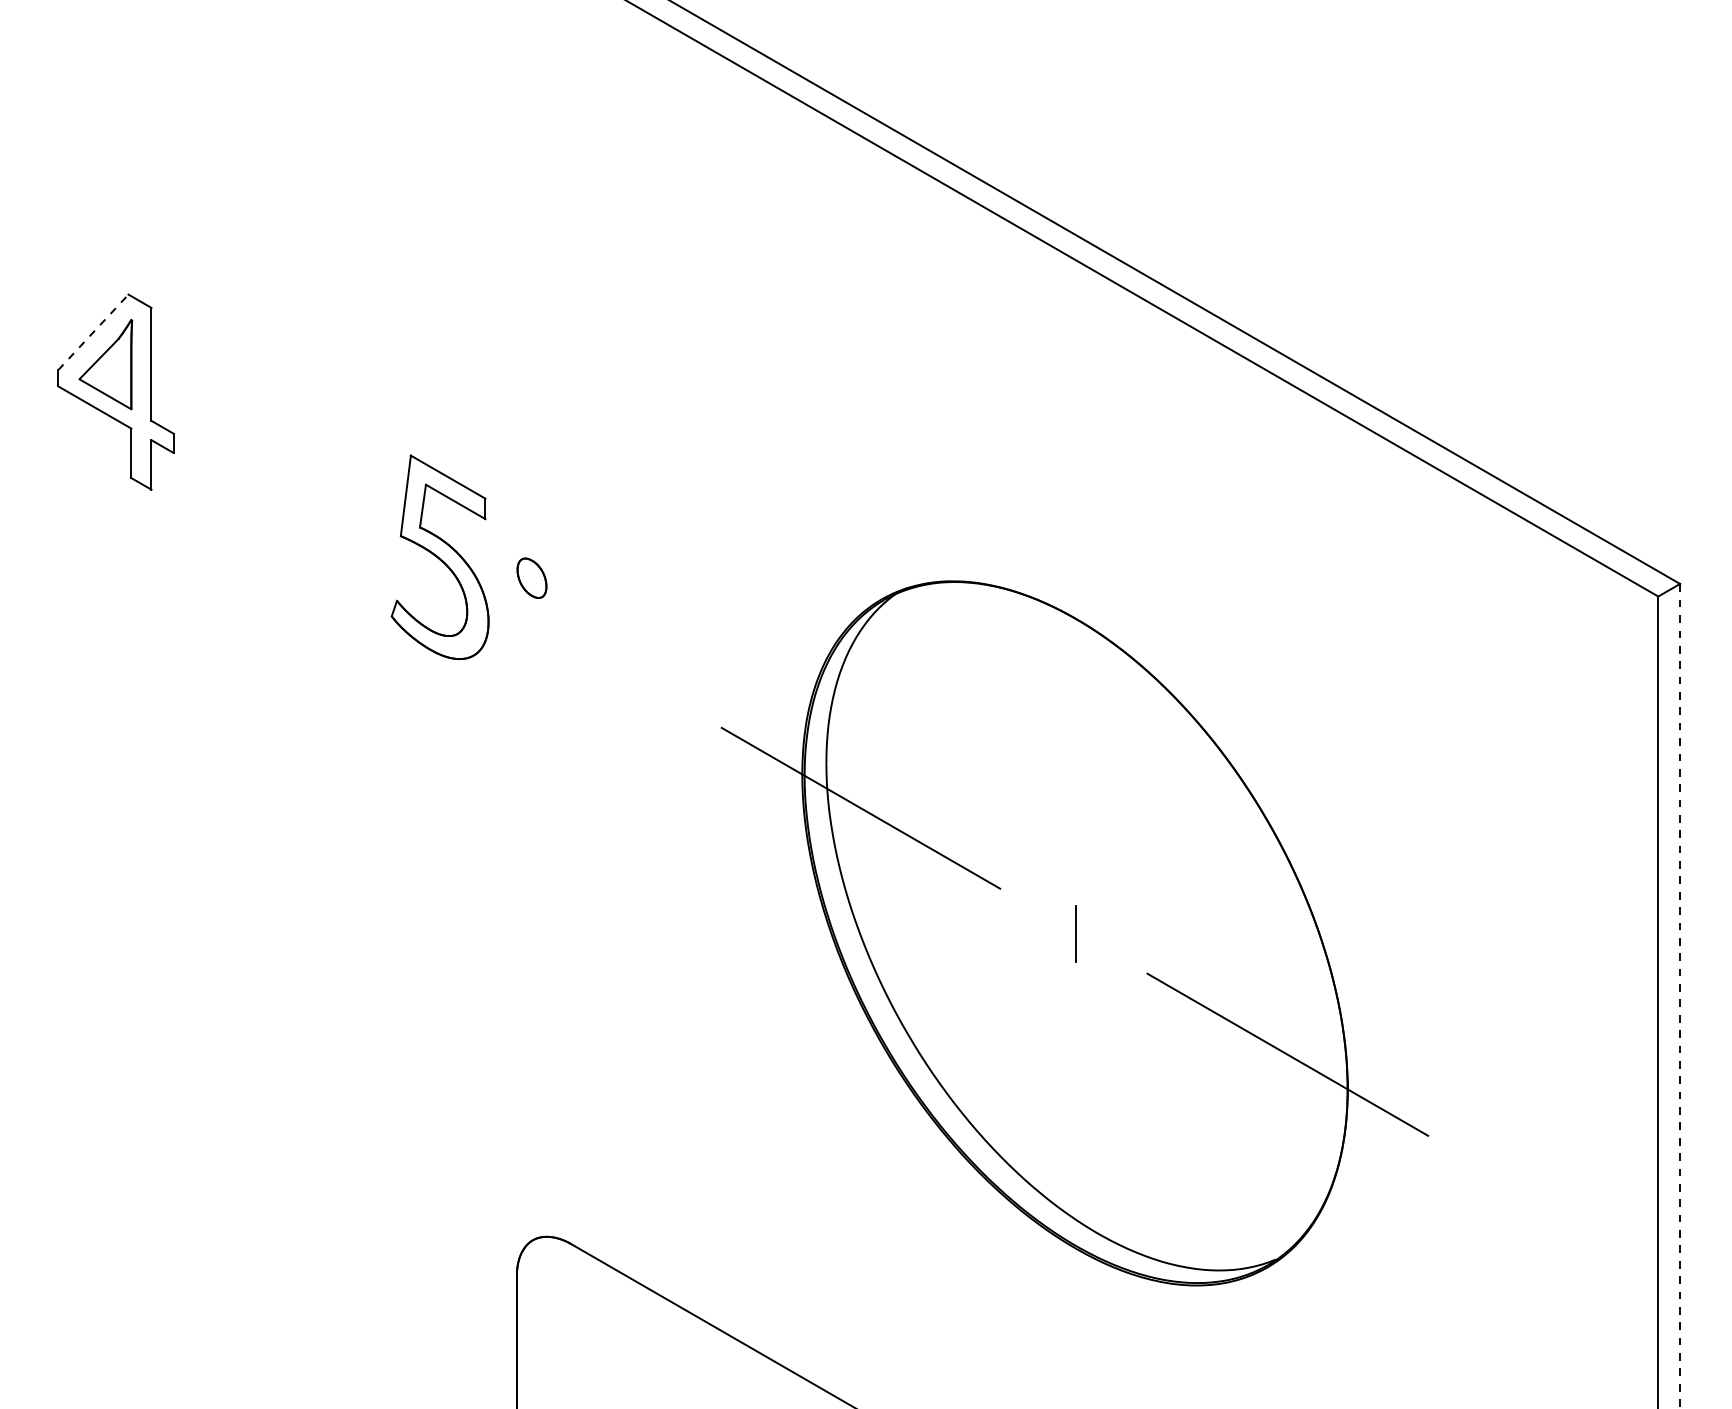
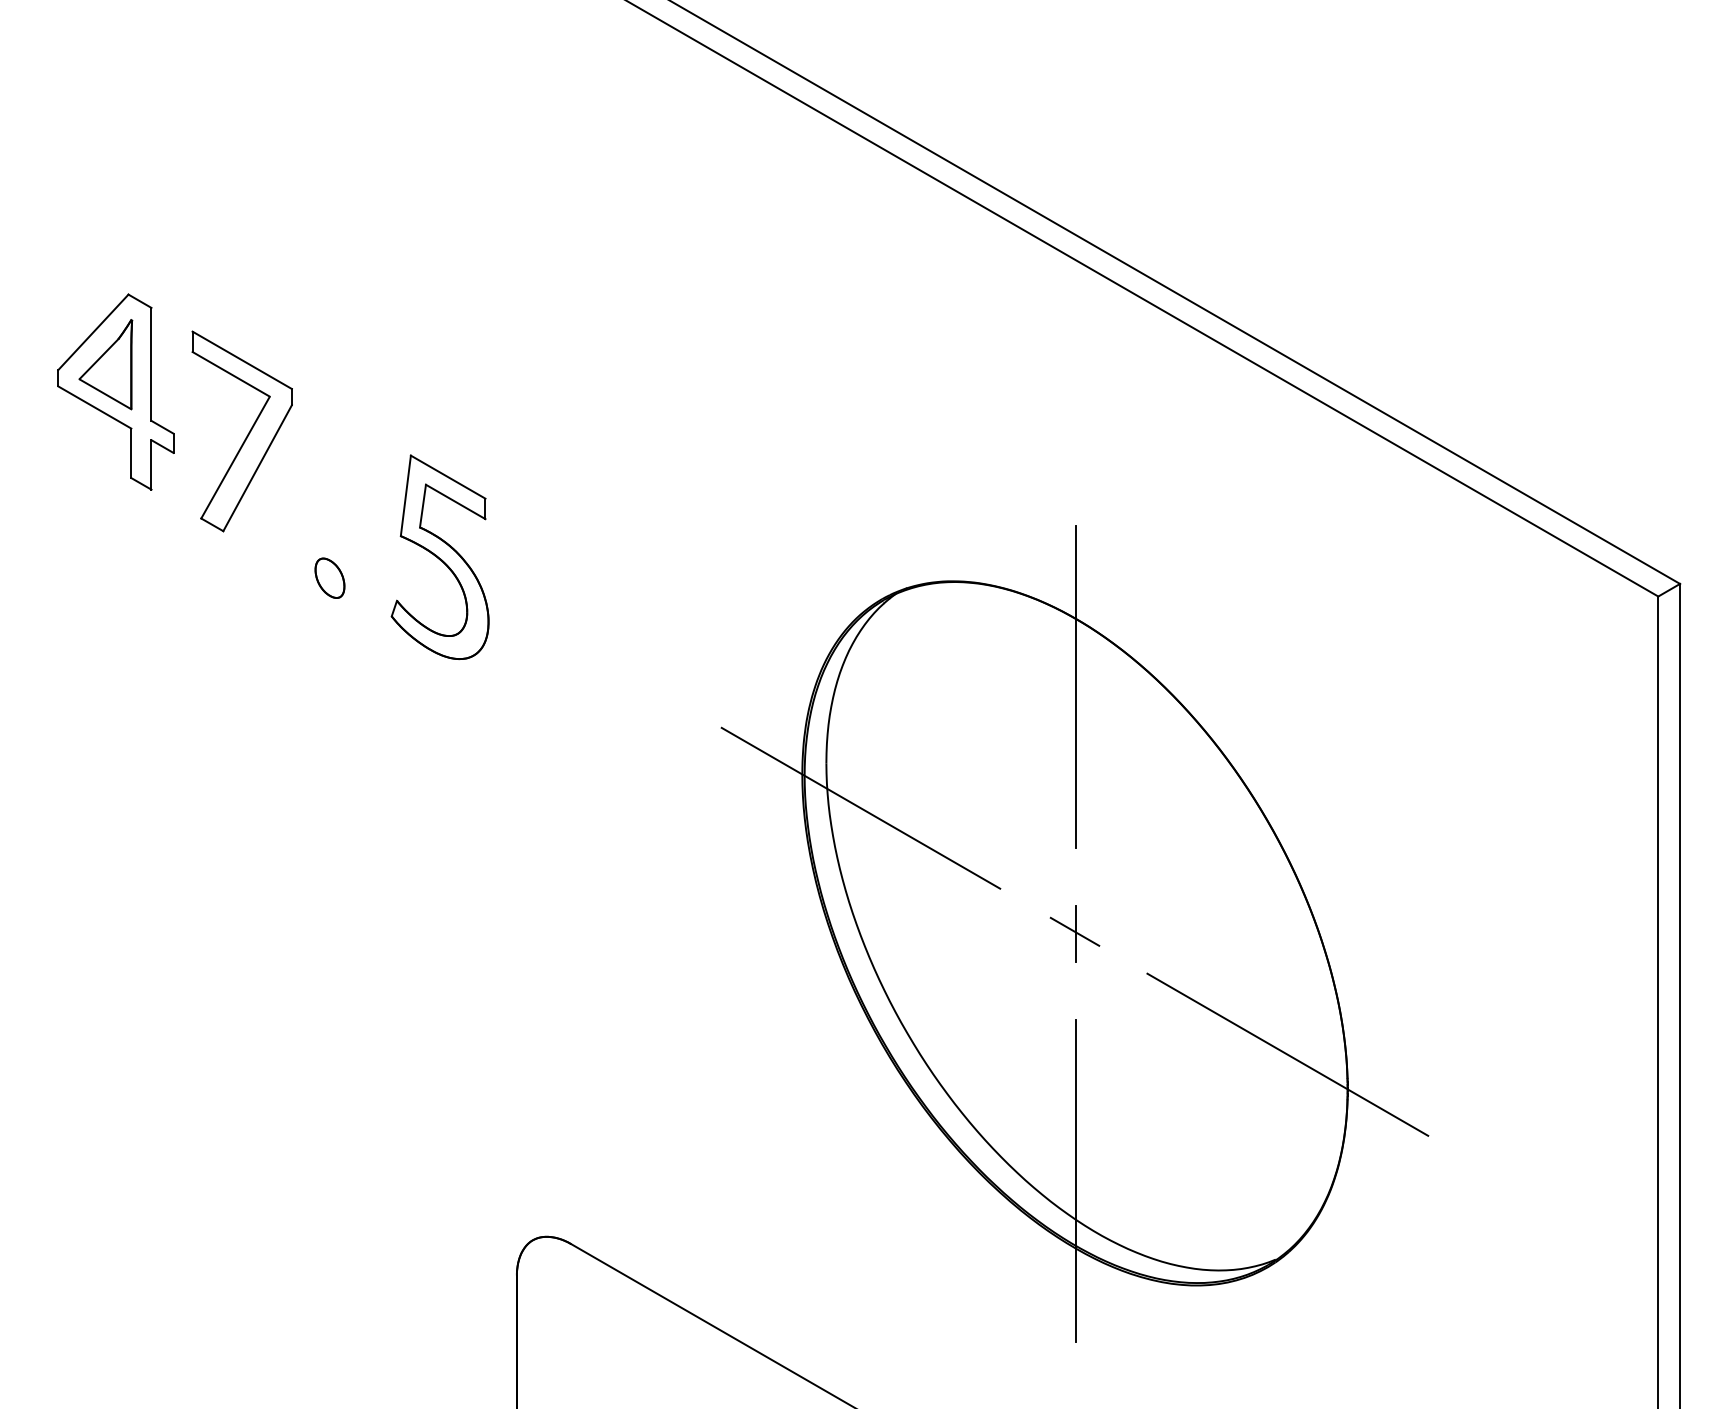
line at (93, 332): dashed -> solid
part at (246, 435): none -> present
part at (531, 577) position: (531, 577) -> (329, 577)
line at (1076, 686): none -> present
line at (1074, 931): none -> present
line at (1680, 995): dashed -> solid
line at (1076, 1180): none -> present
